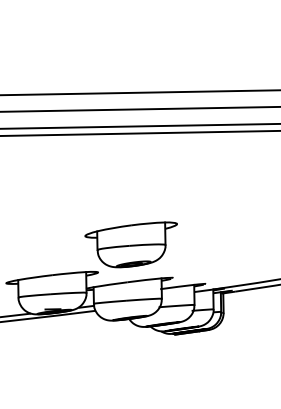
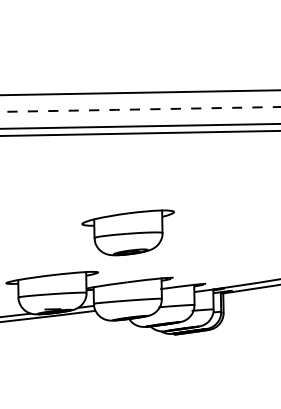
arc at (140, 109): solid -> dashed
part at (130, 244) position: (130, 244) -> (127, 232)
